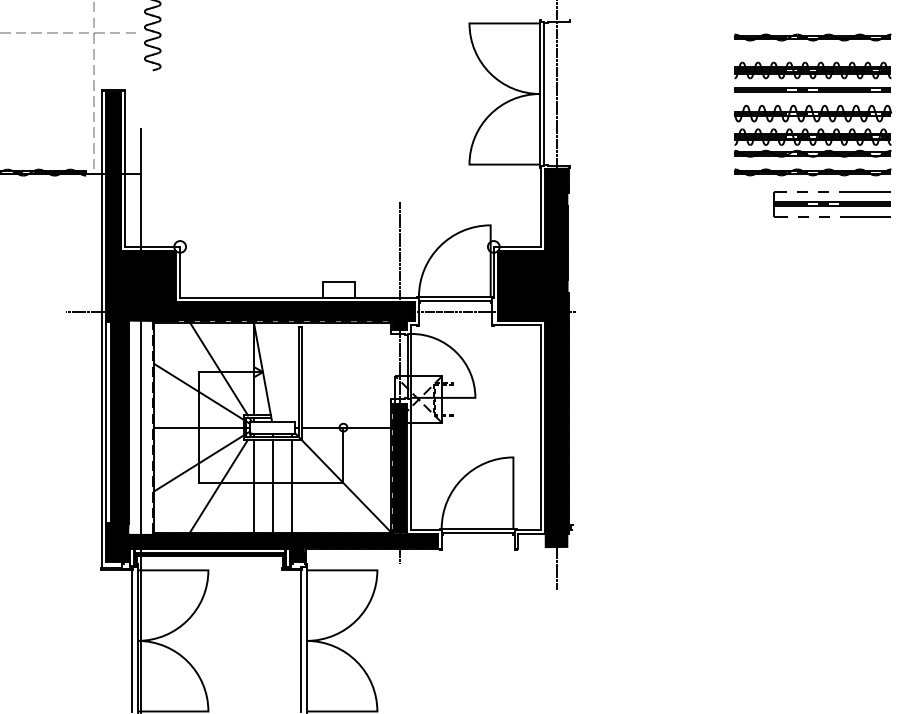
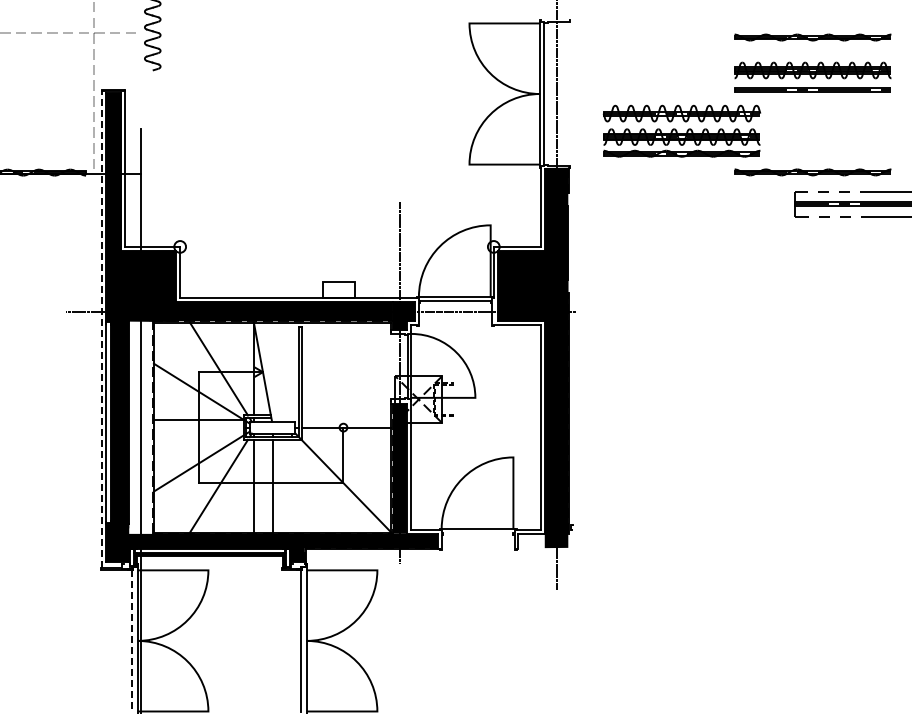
part at (812, 130) position: (812, 130) -> (681, 130)
part at (831, 204) position: (831, 204) -> (852, 204)
line at (101, 328): solid -> dashed
line at (198, 427) position: (198, 427) -> (198, 419)
line at (291, 485): present -> none
line at (477, 532): present -> none
line at (131, 641): solid -> dashed
